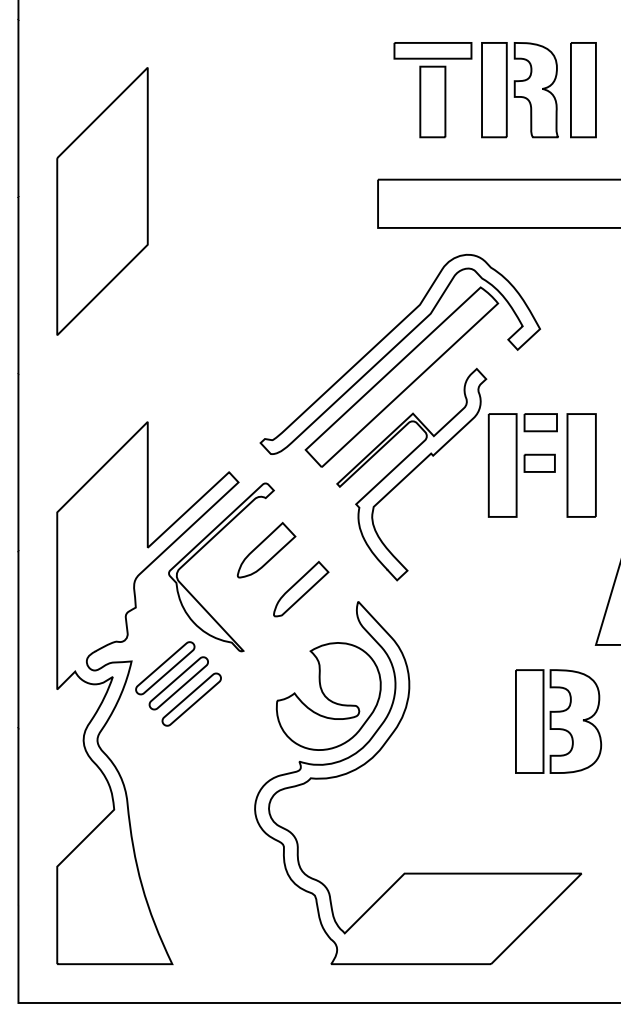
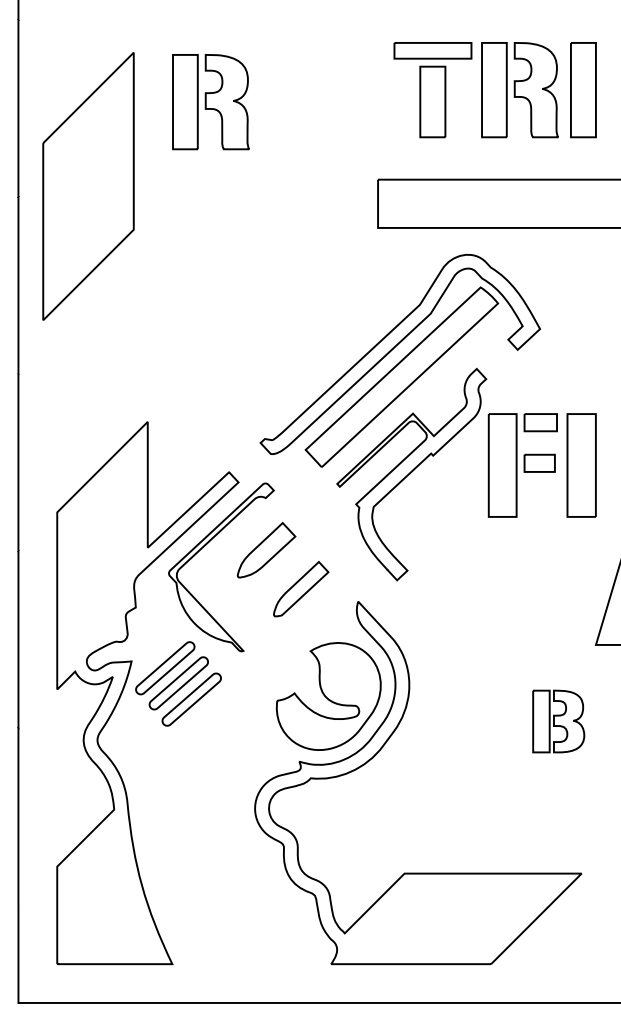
part at (210, 102): none -> present
part at (102, 201) position: (102, 201) -> (88, 186)
part at (558, 721) size: 88x105 px -> 54x65 px
